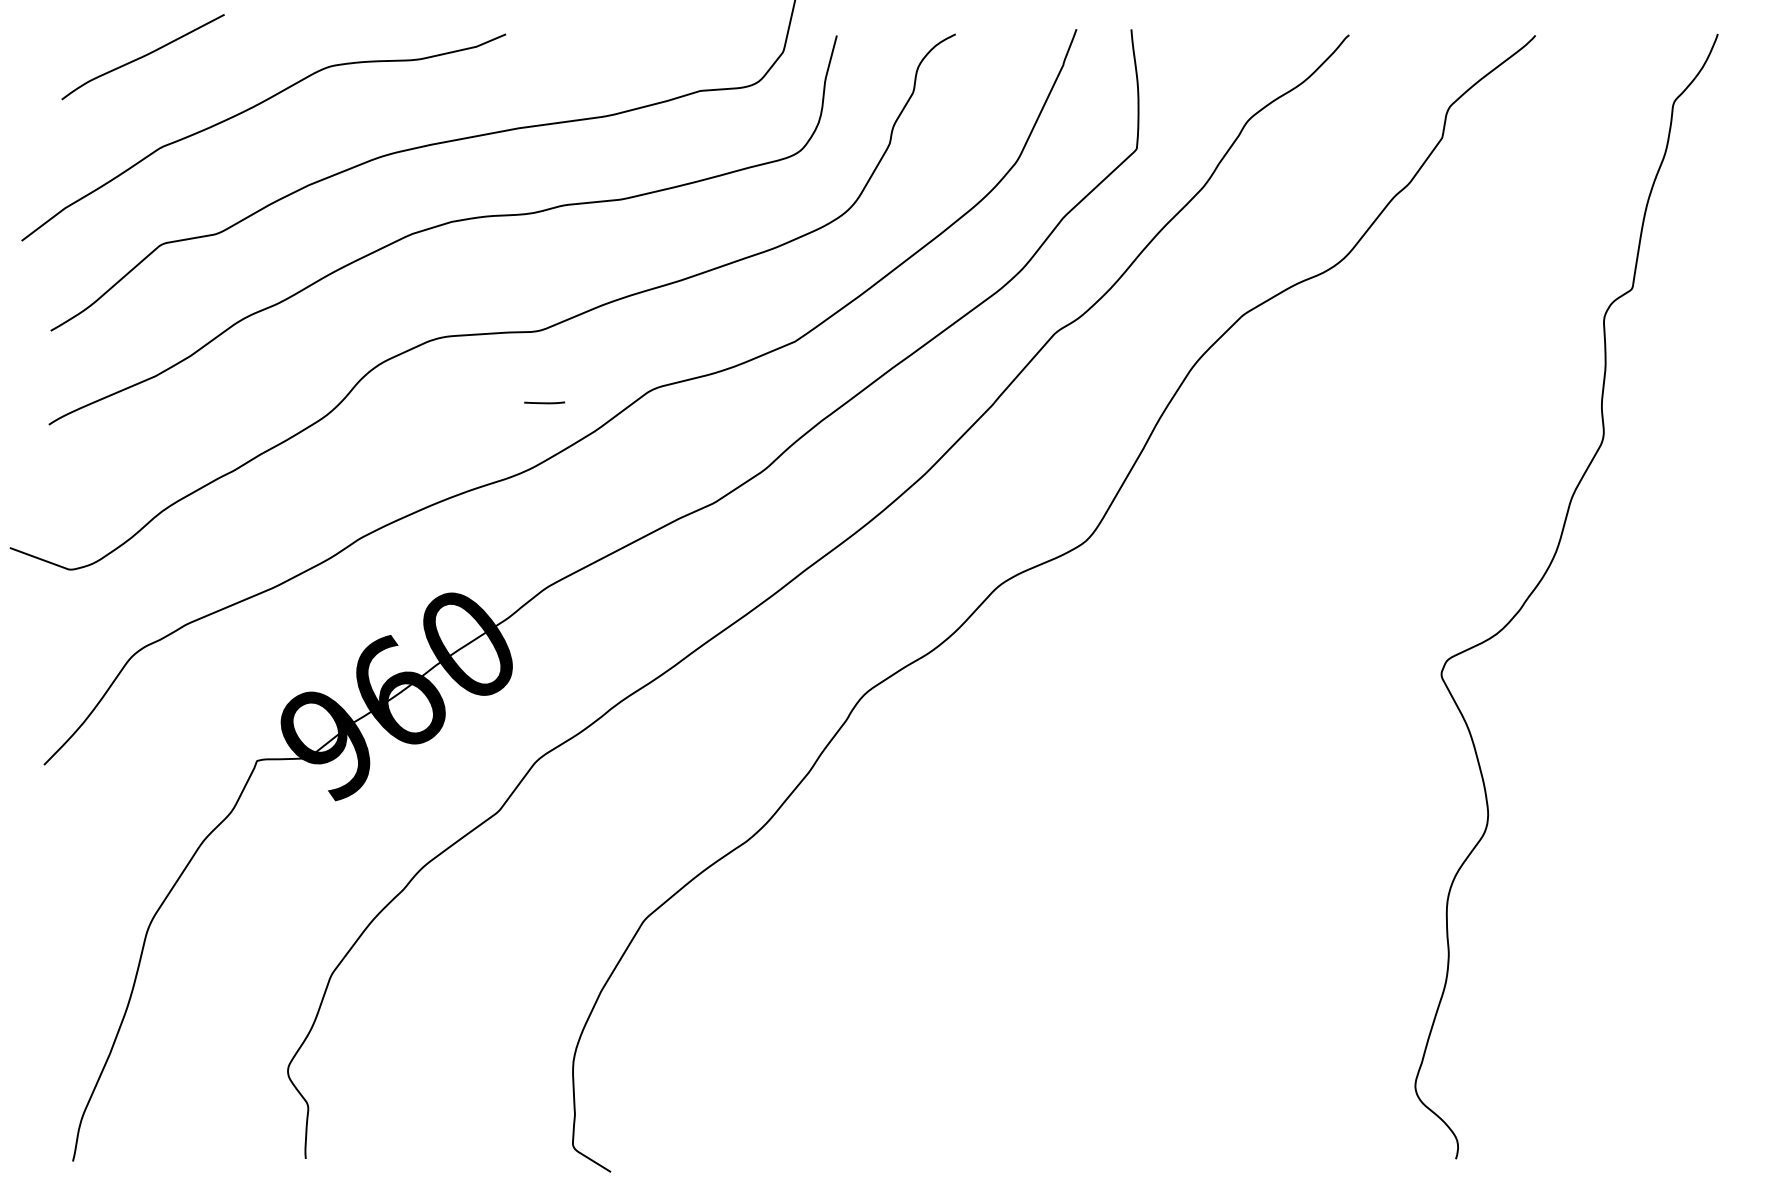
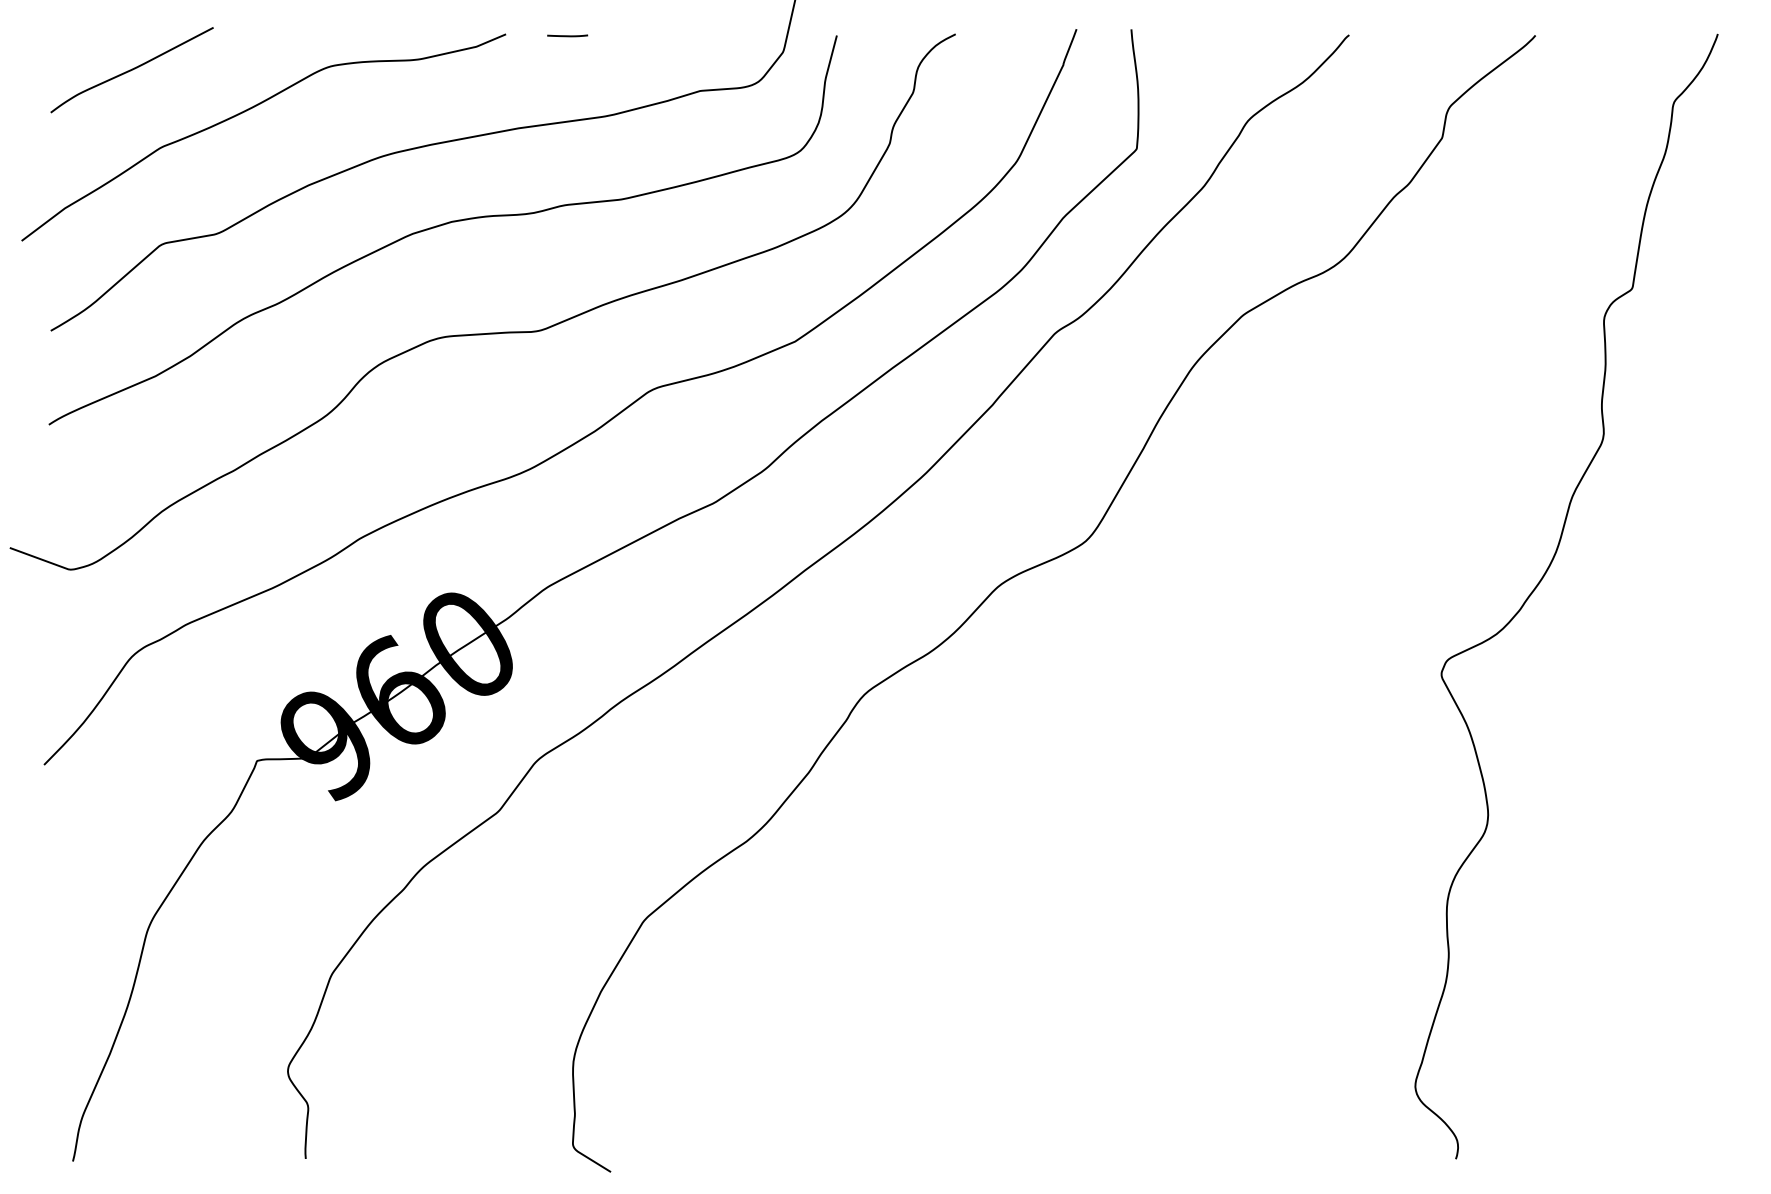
curve at (142, 57) position: (142, 57) -> (131, 70)
line at (544, 402) position: (544, 402) -> (567, 35)
